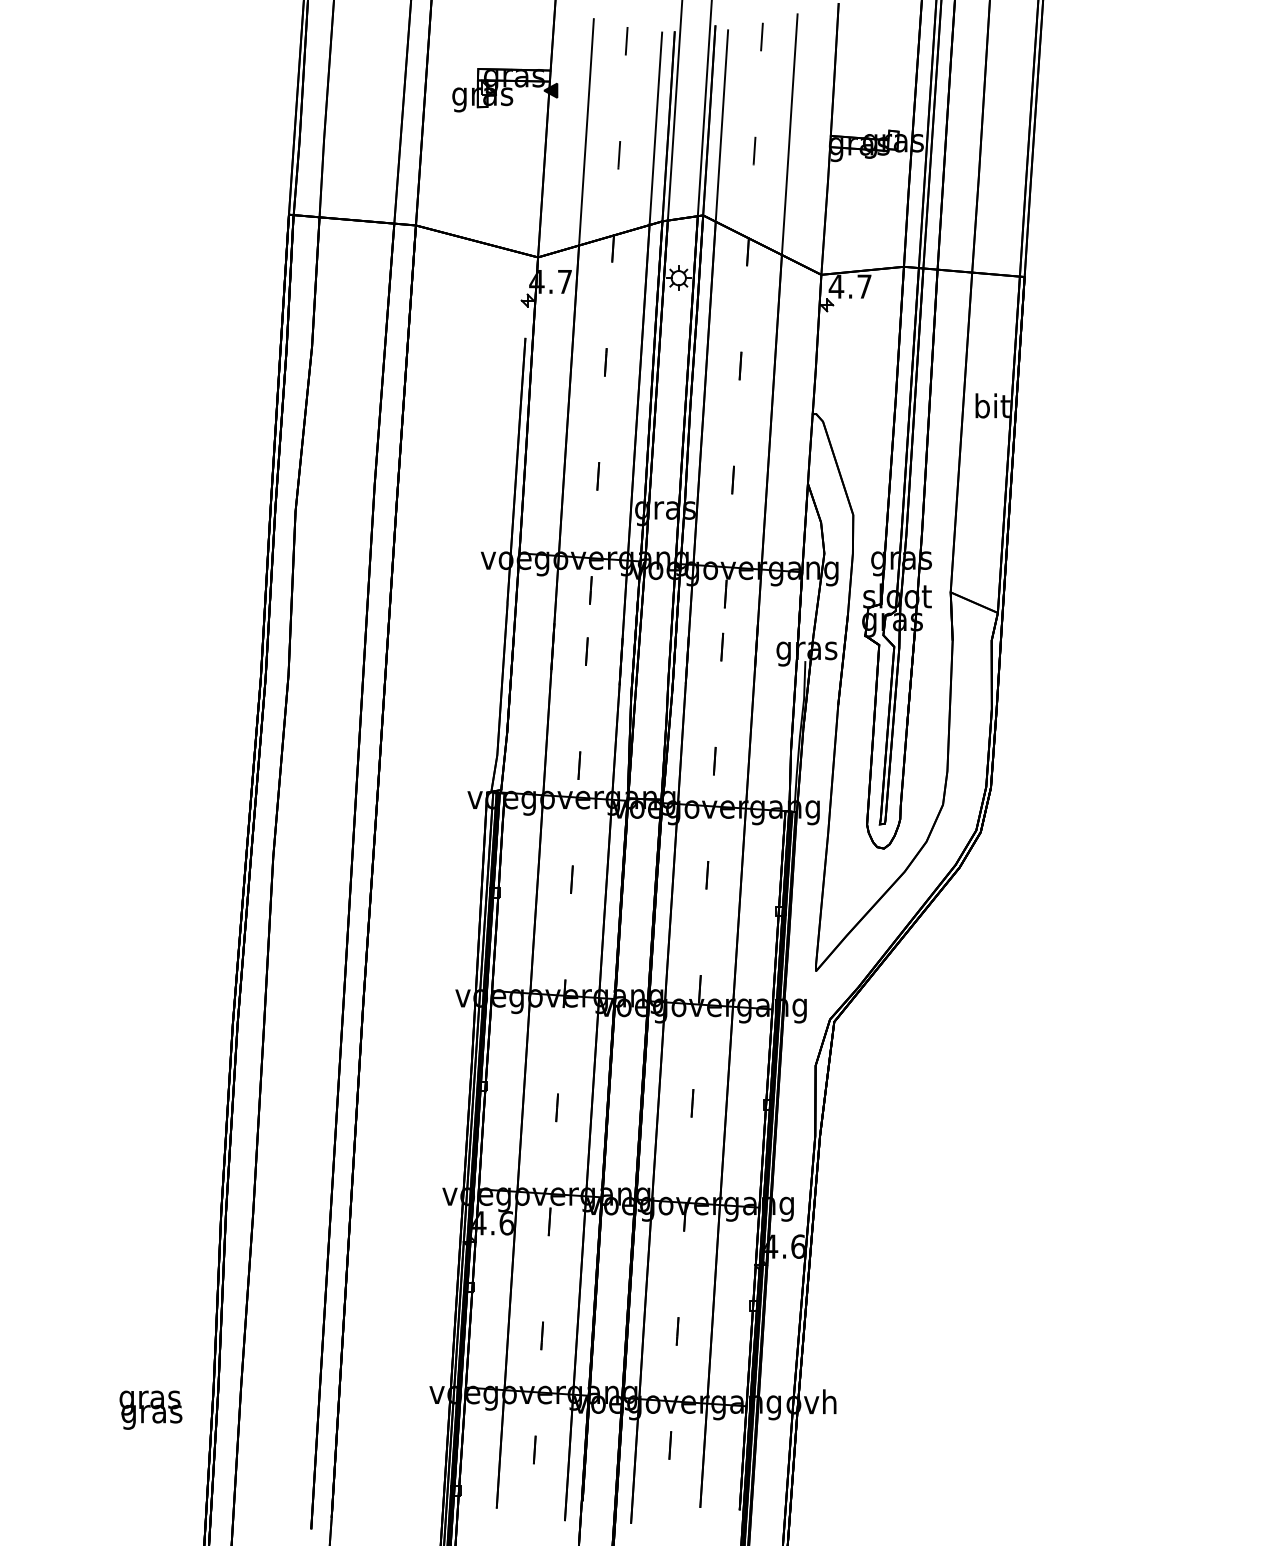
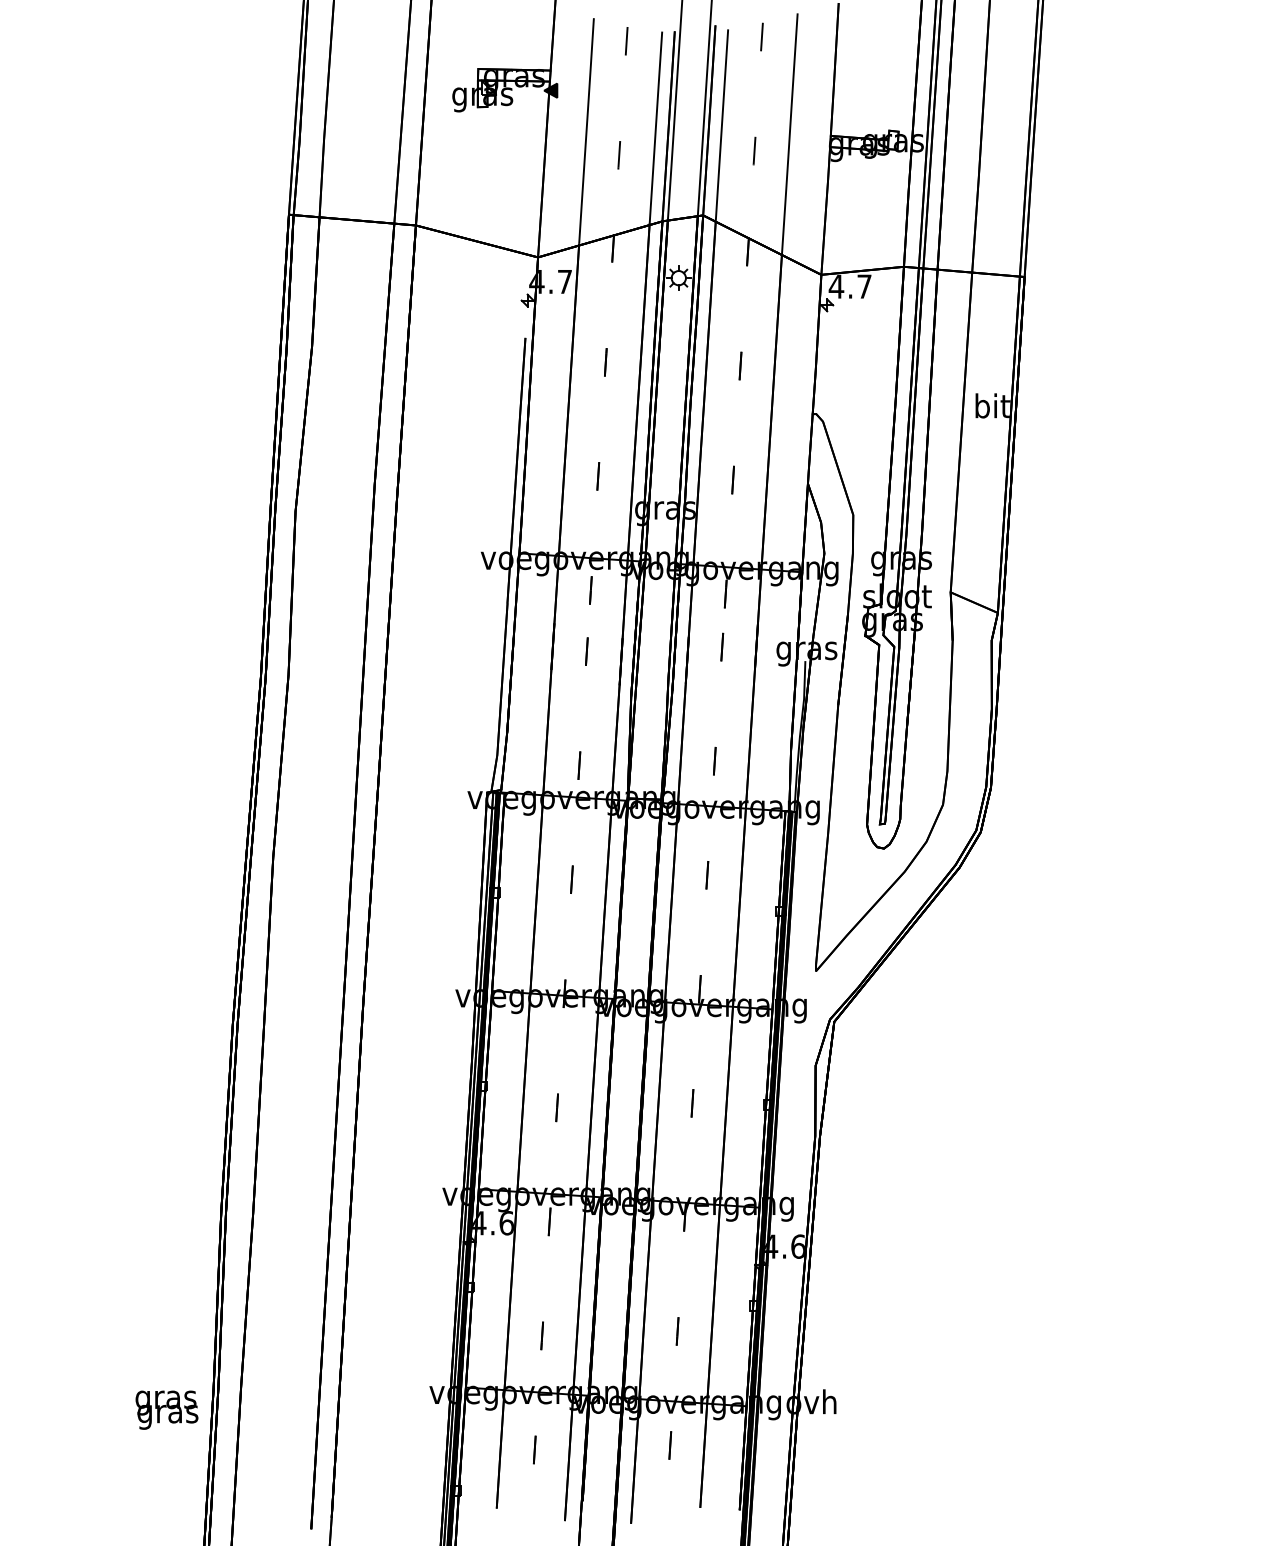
text at (150, 1409) position: (150, 1409) -> (166, 1409)
